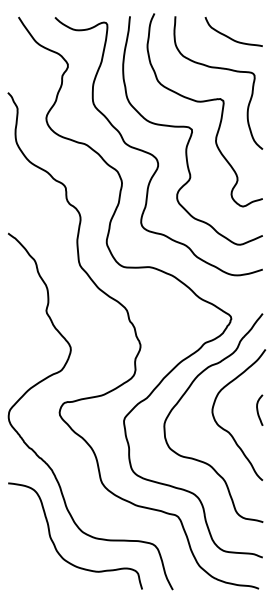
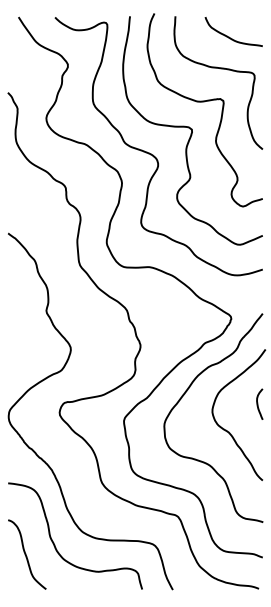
curve at (258, 409) position: (258, 409) -> (258, 403)
curve at (26, 554): none -> present
